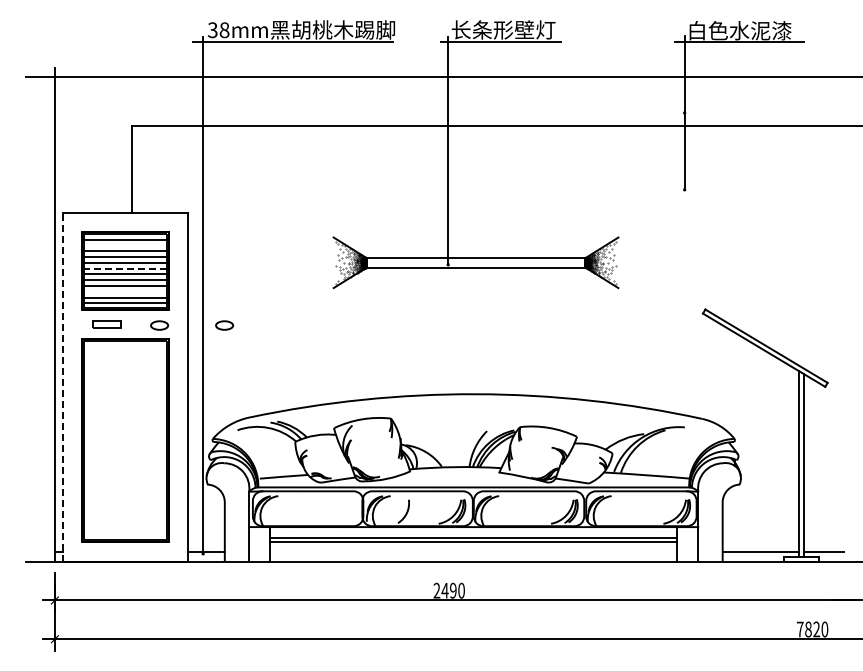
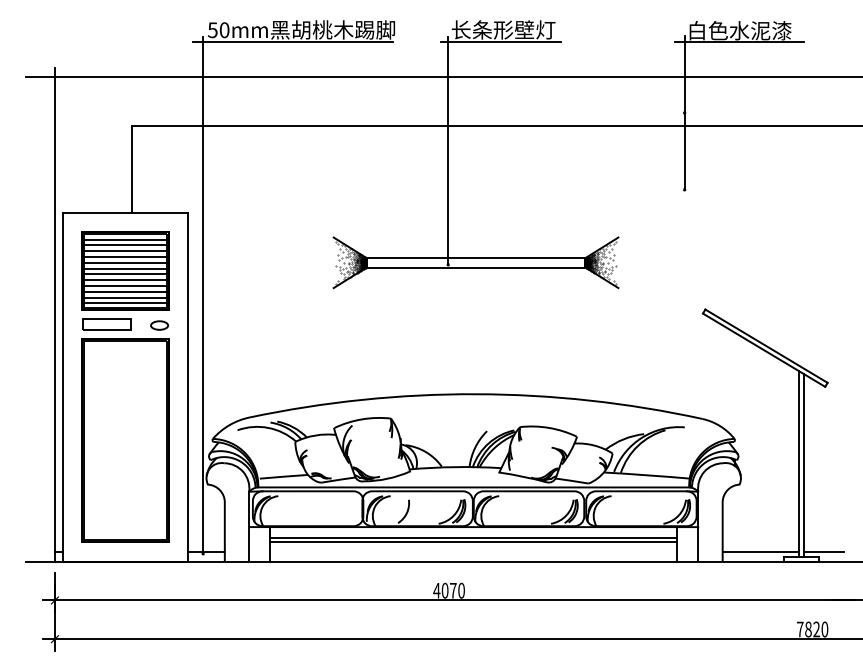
text at (218, 29): 38mm -> 50mm
line at (125, 245): none -> present
line at (125, 268): dashed -> solid
line at (125, 291): none -> present
part at (106, 324) size: 30x9 px -> 50x13 px
part at (224, 325): present -> none
line at (62, 386): dashed -> solid
text at (444, 590): 2490 -> 4070
